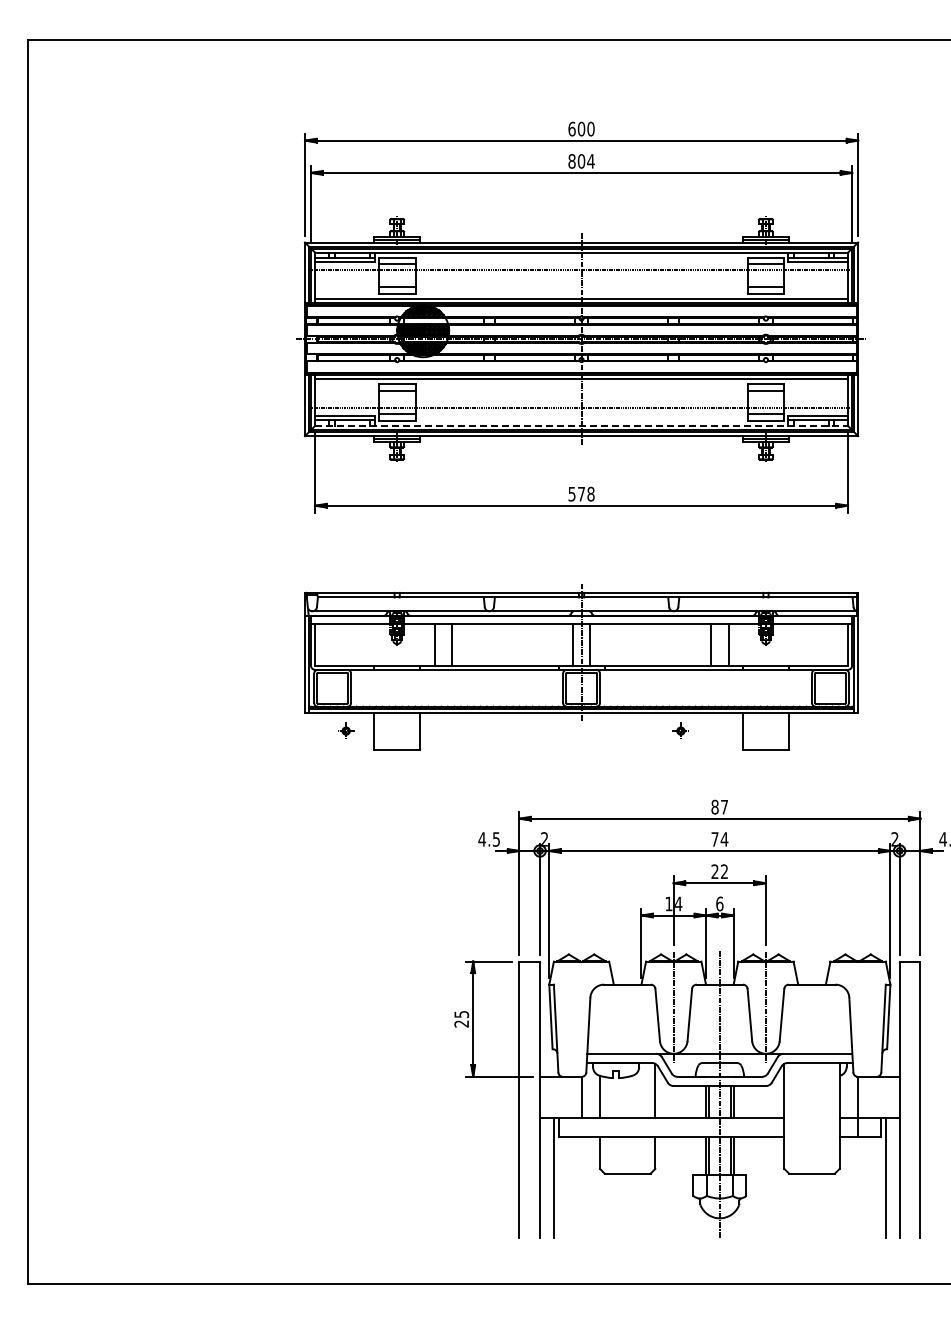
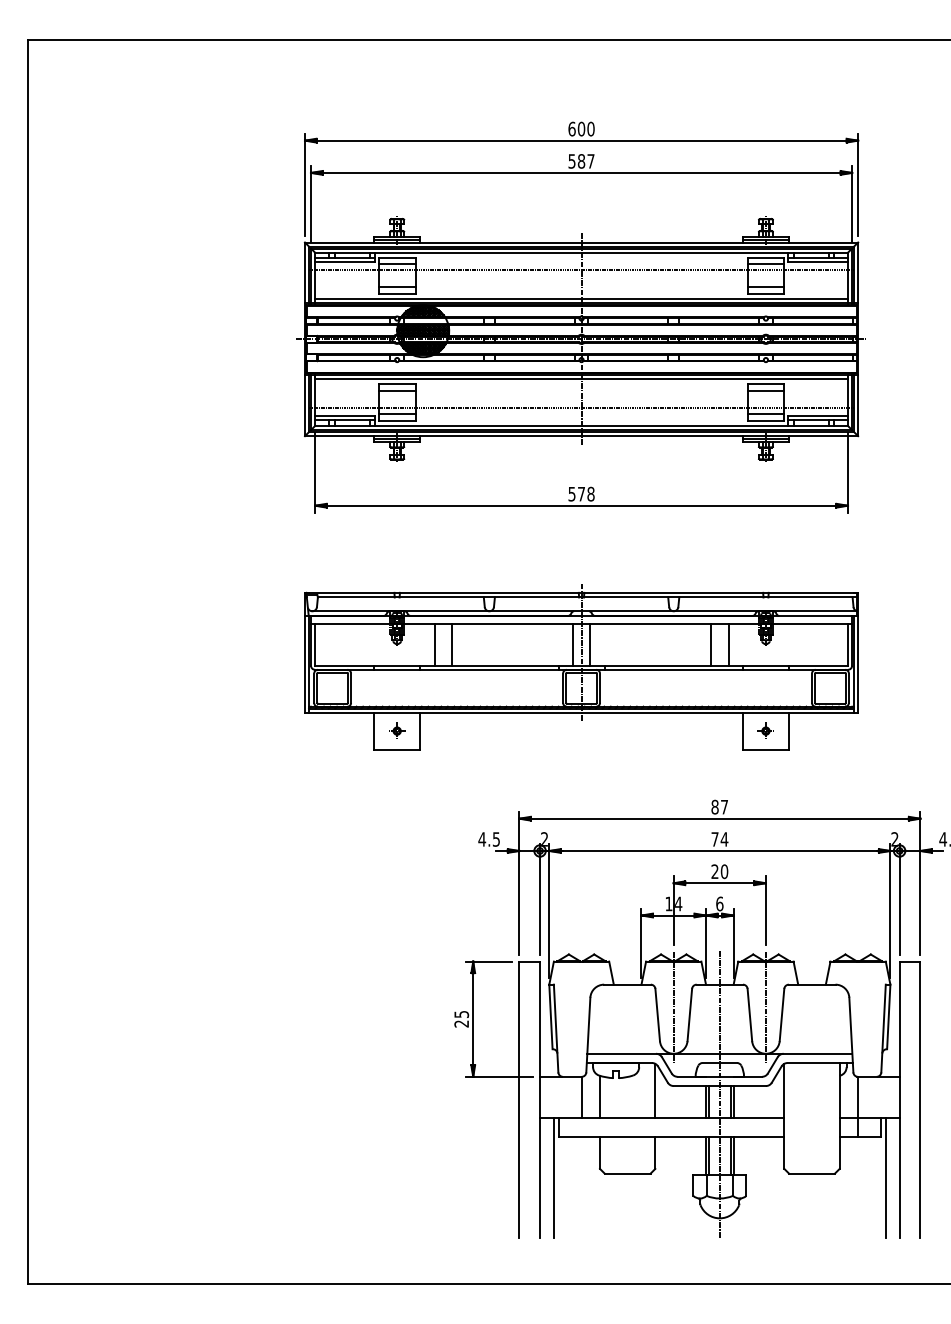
text at (581, 161): 804 -> 587
line at (582, 425): dashed -> solid
part at (346, 730) position: (346, 730) -> (397, 730)
part at (680, 730) position: (680, 730) -> (765, 730)
text at (724, 871): 22 -> 20
